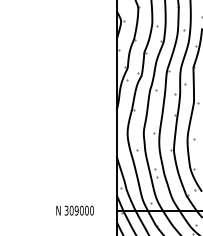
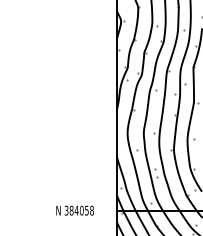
text at (81, 210): 309000 -> 384058
